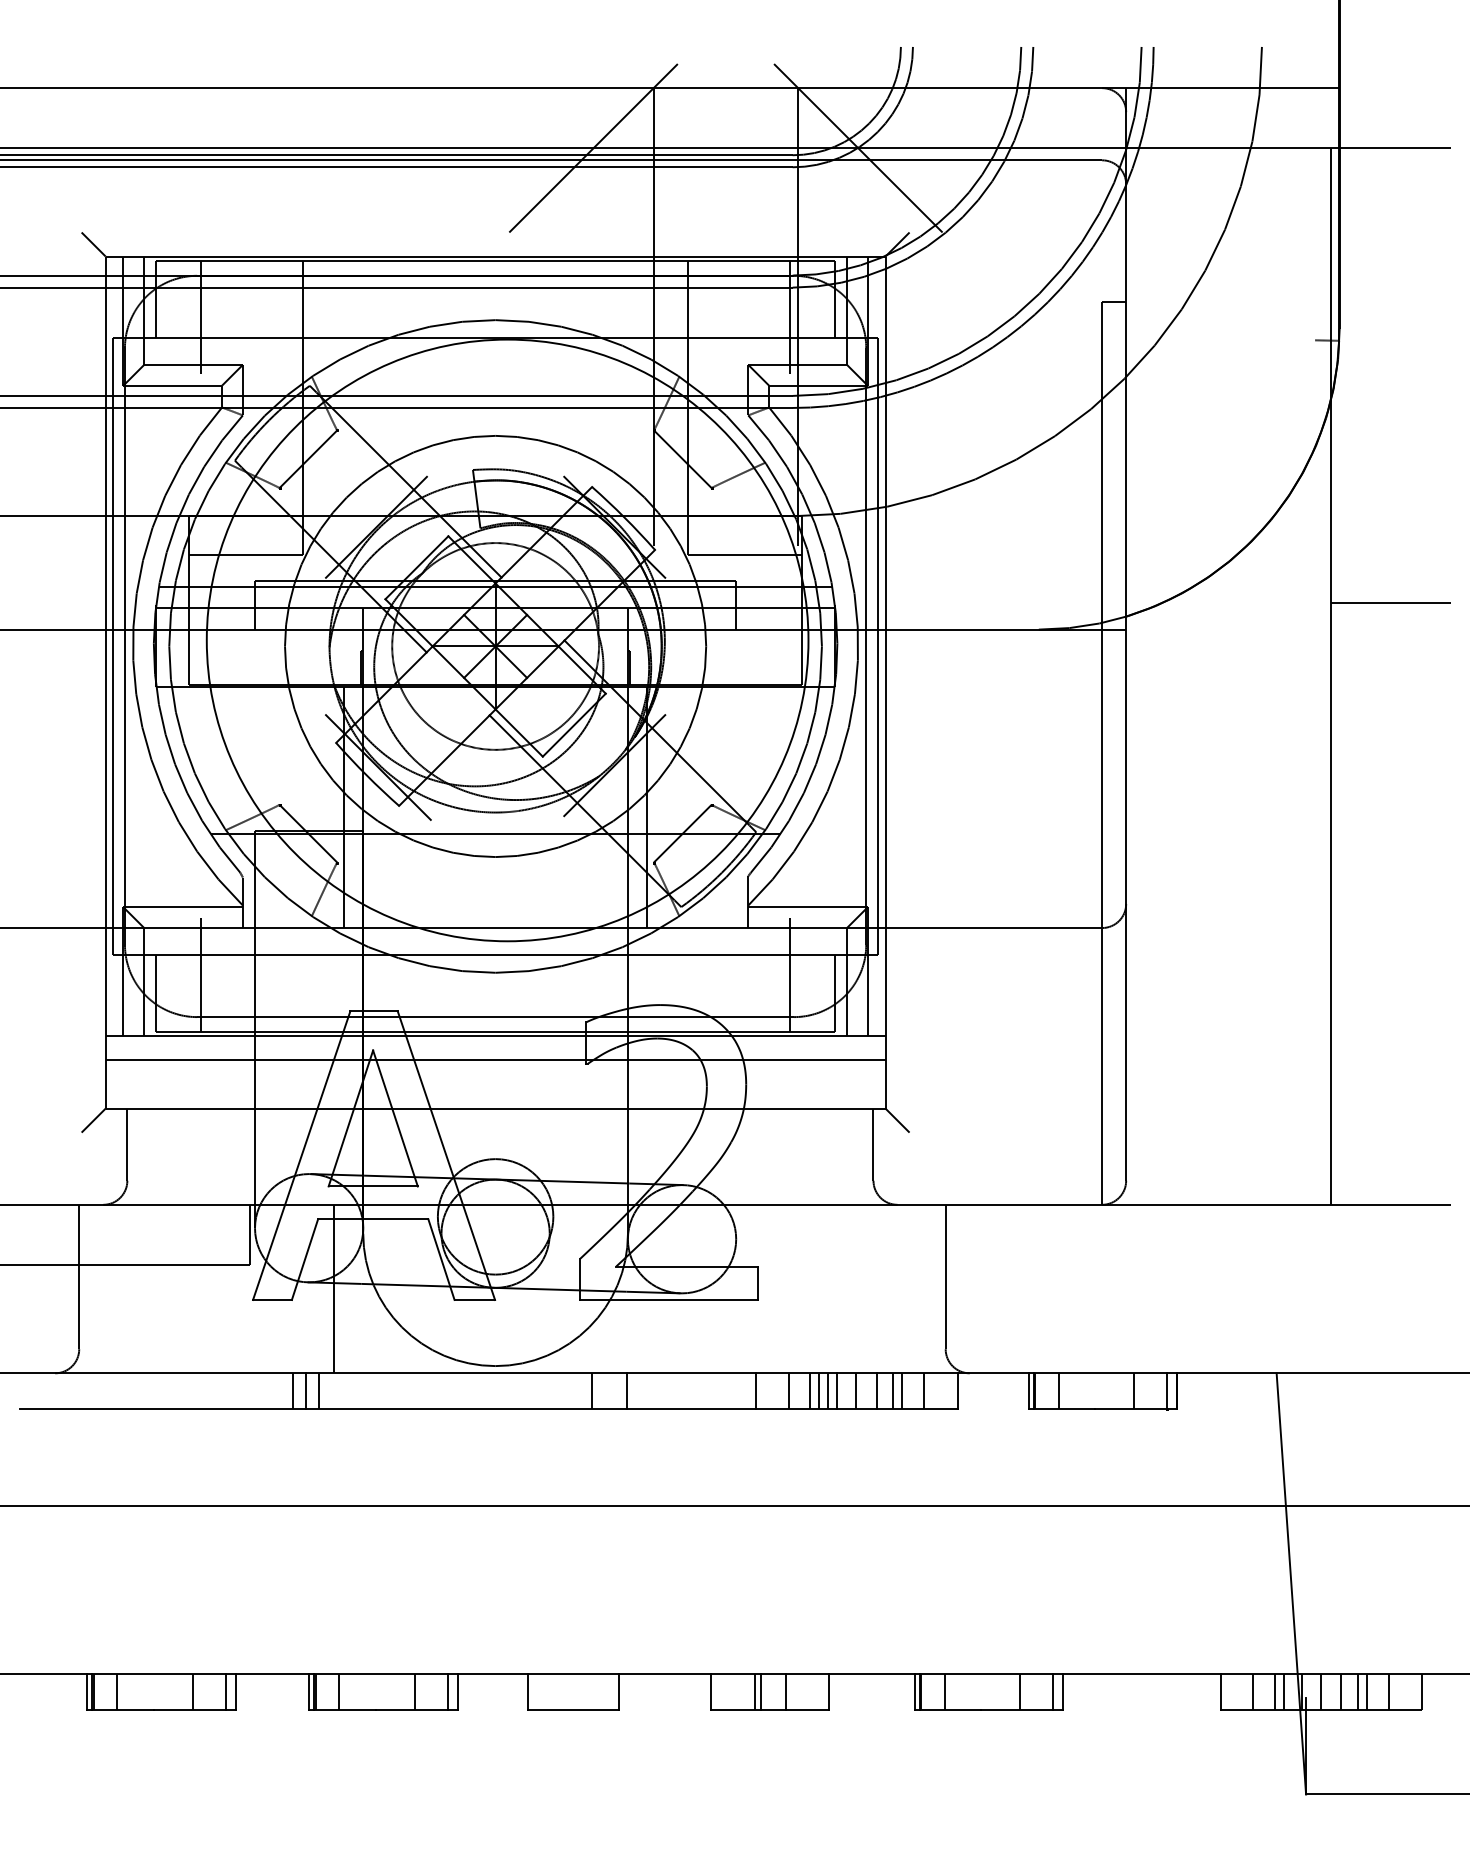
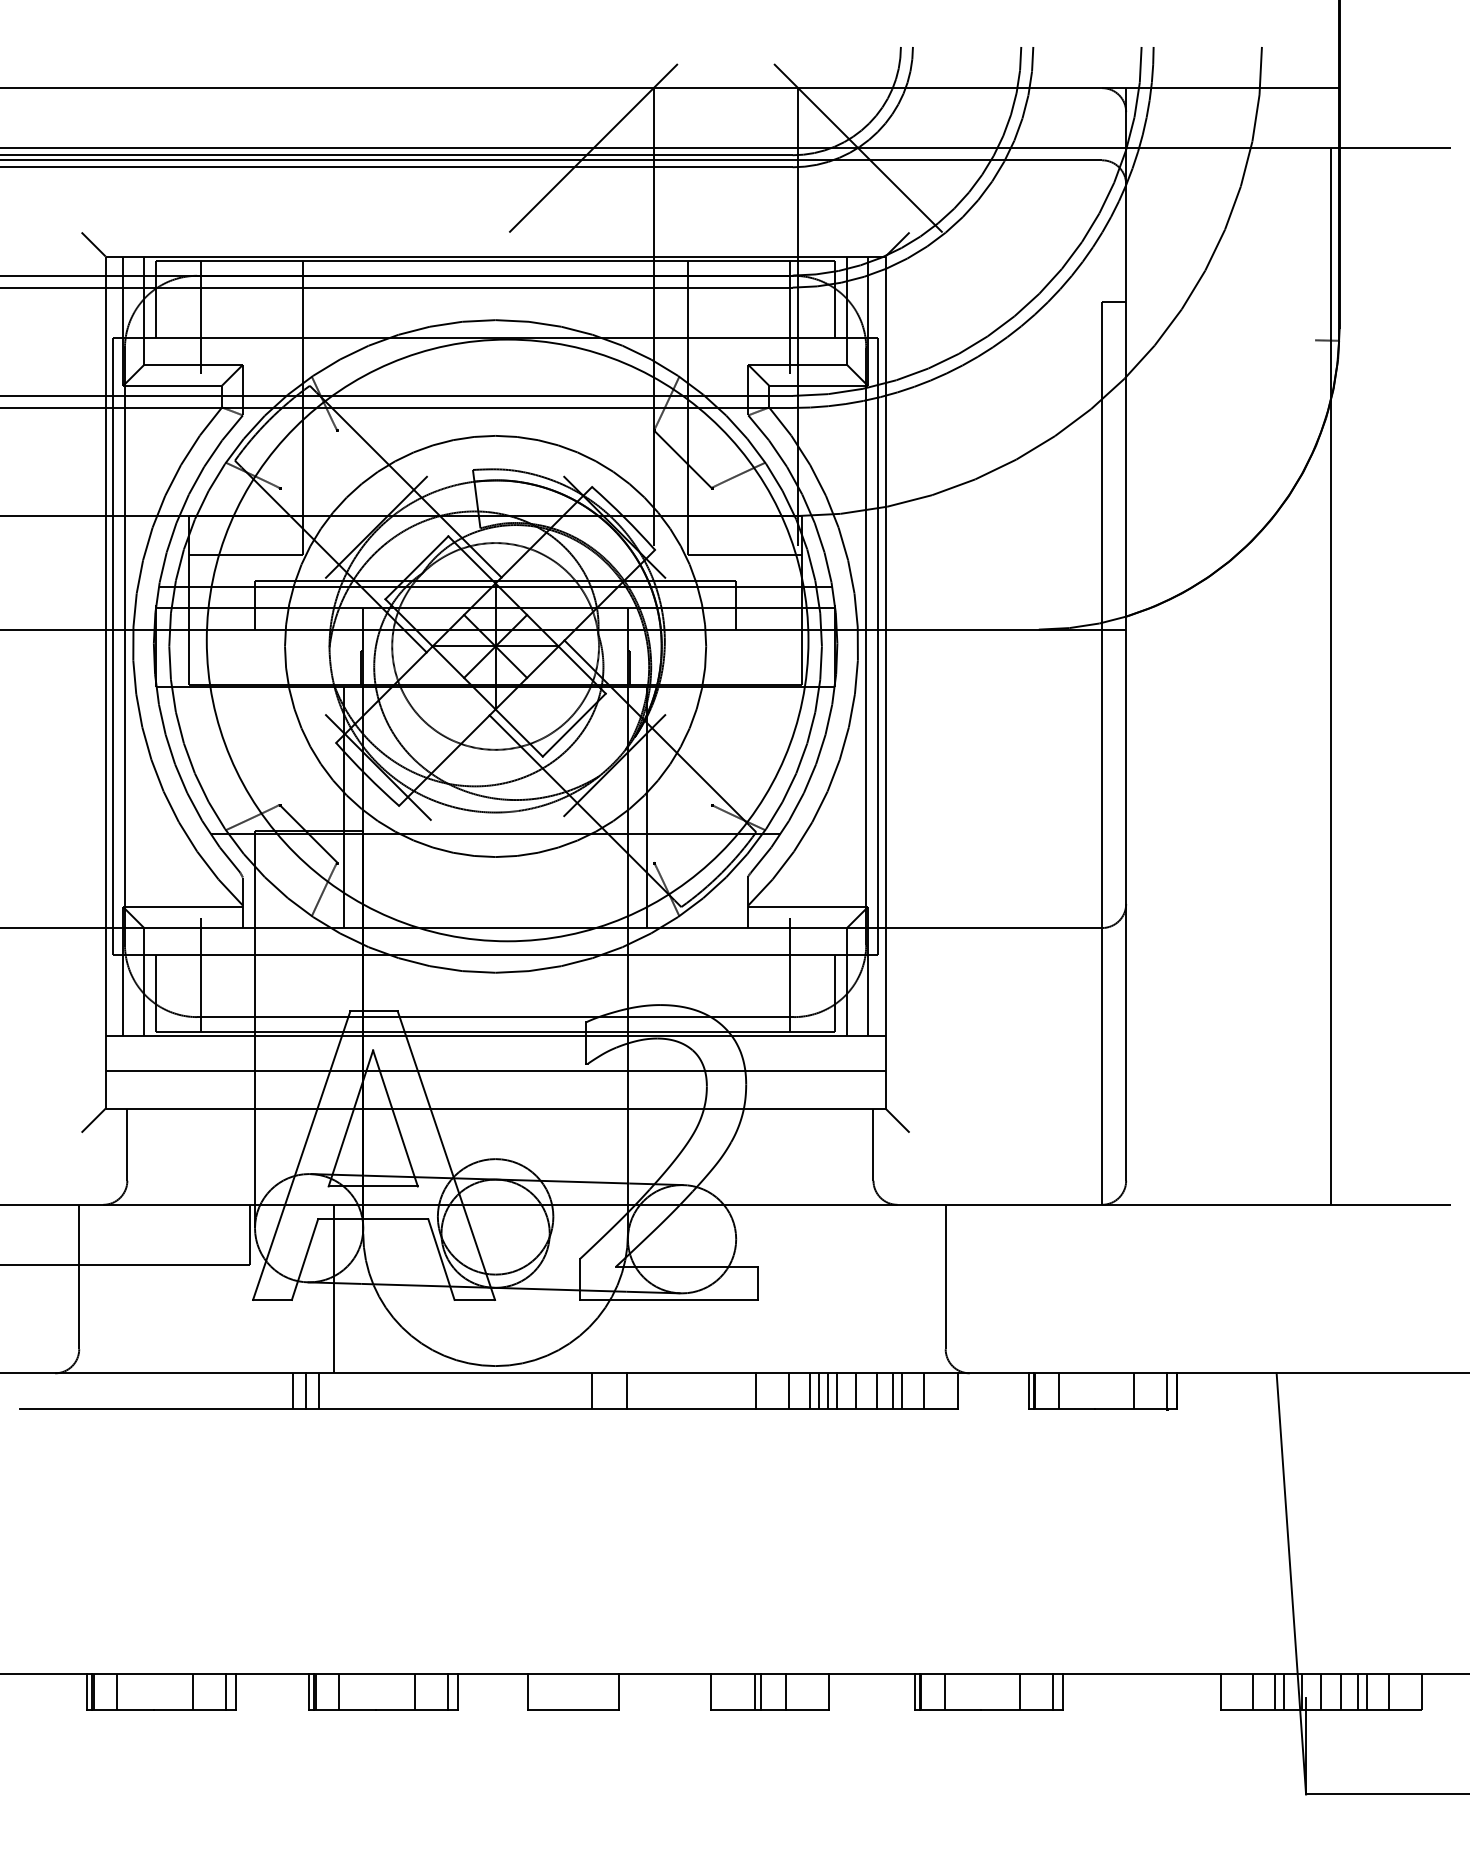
line at (308, 459): present -> none
line at (1390, 603): present -> none
line at (682, 833): present -> none
line at (495, 1060) position: (495, 1060) -> (495, 1071)
line at (734, 1505): present -> none
